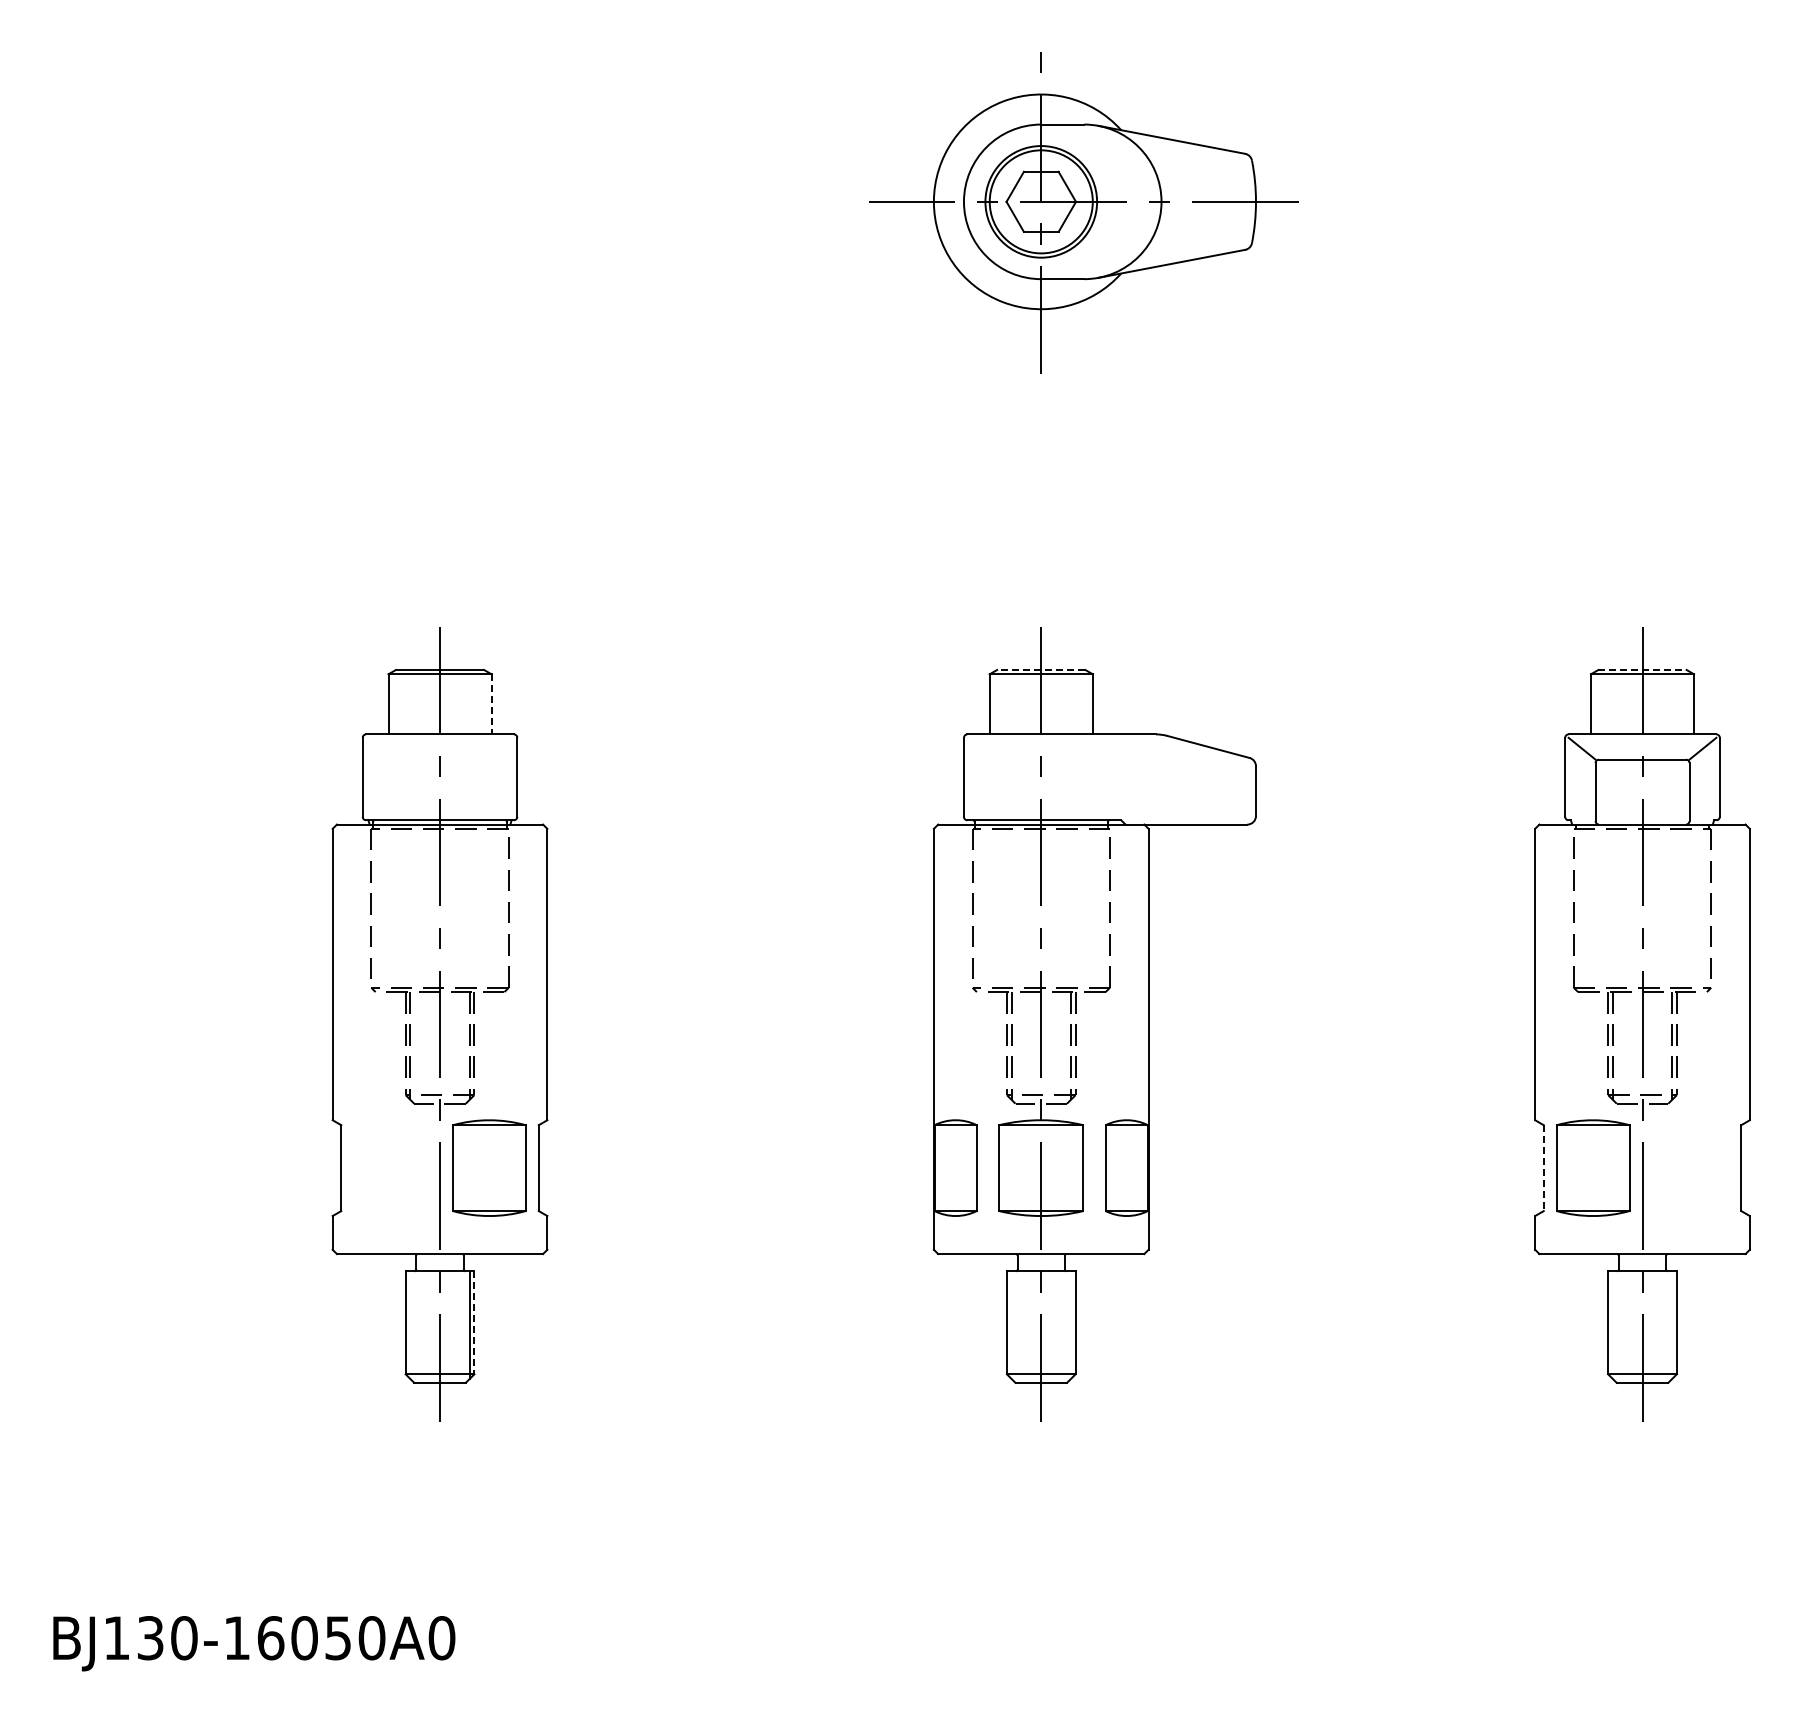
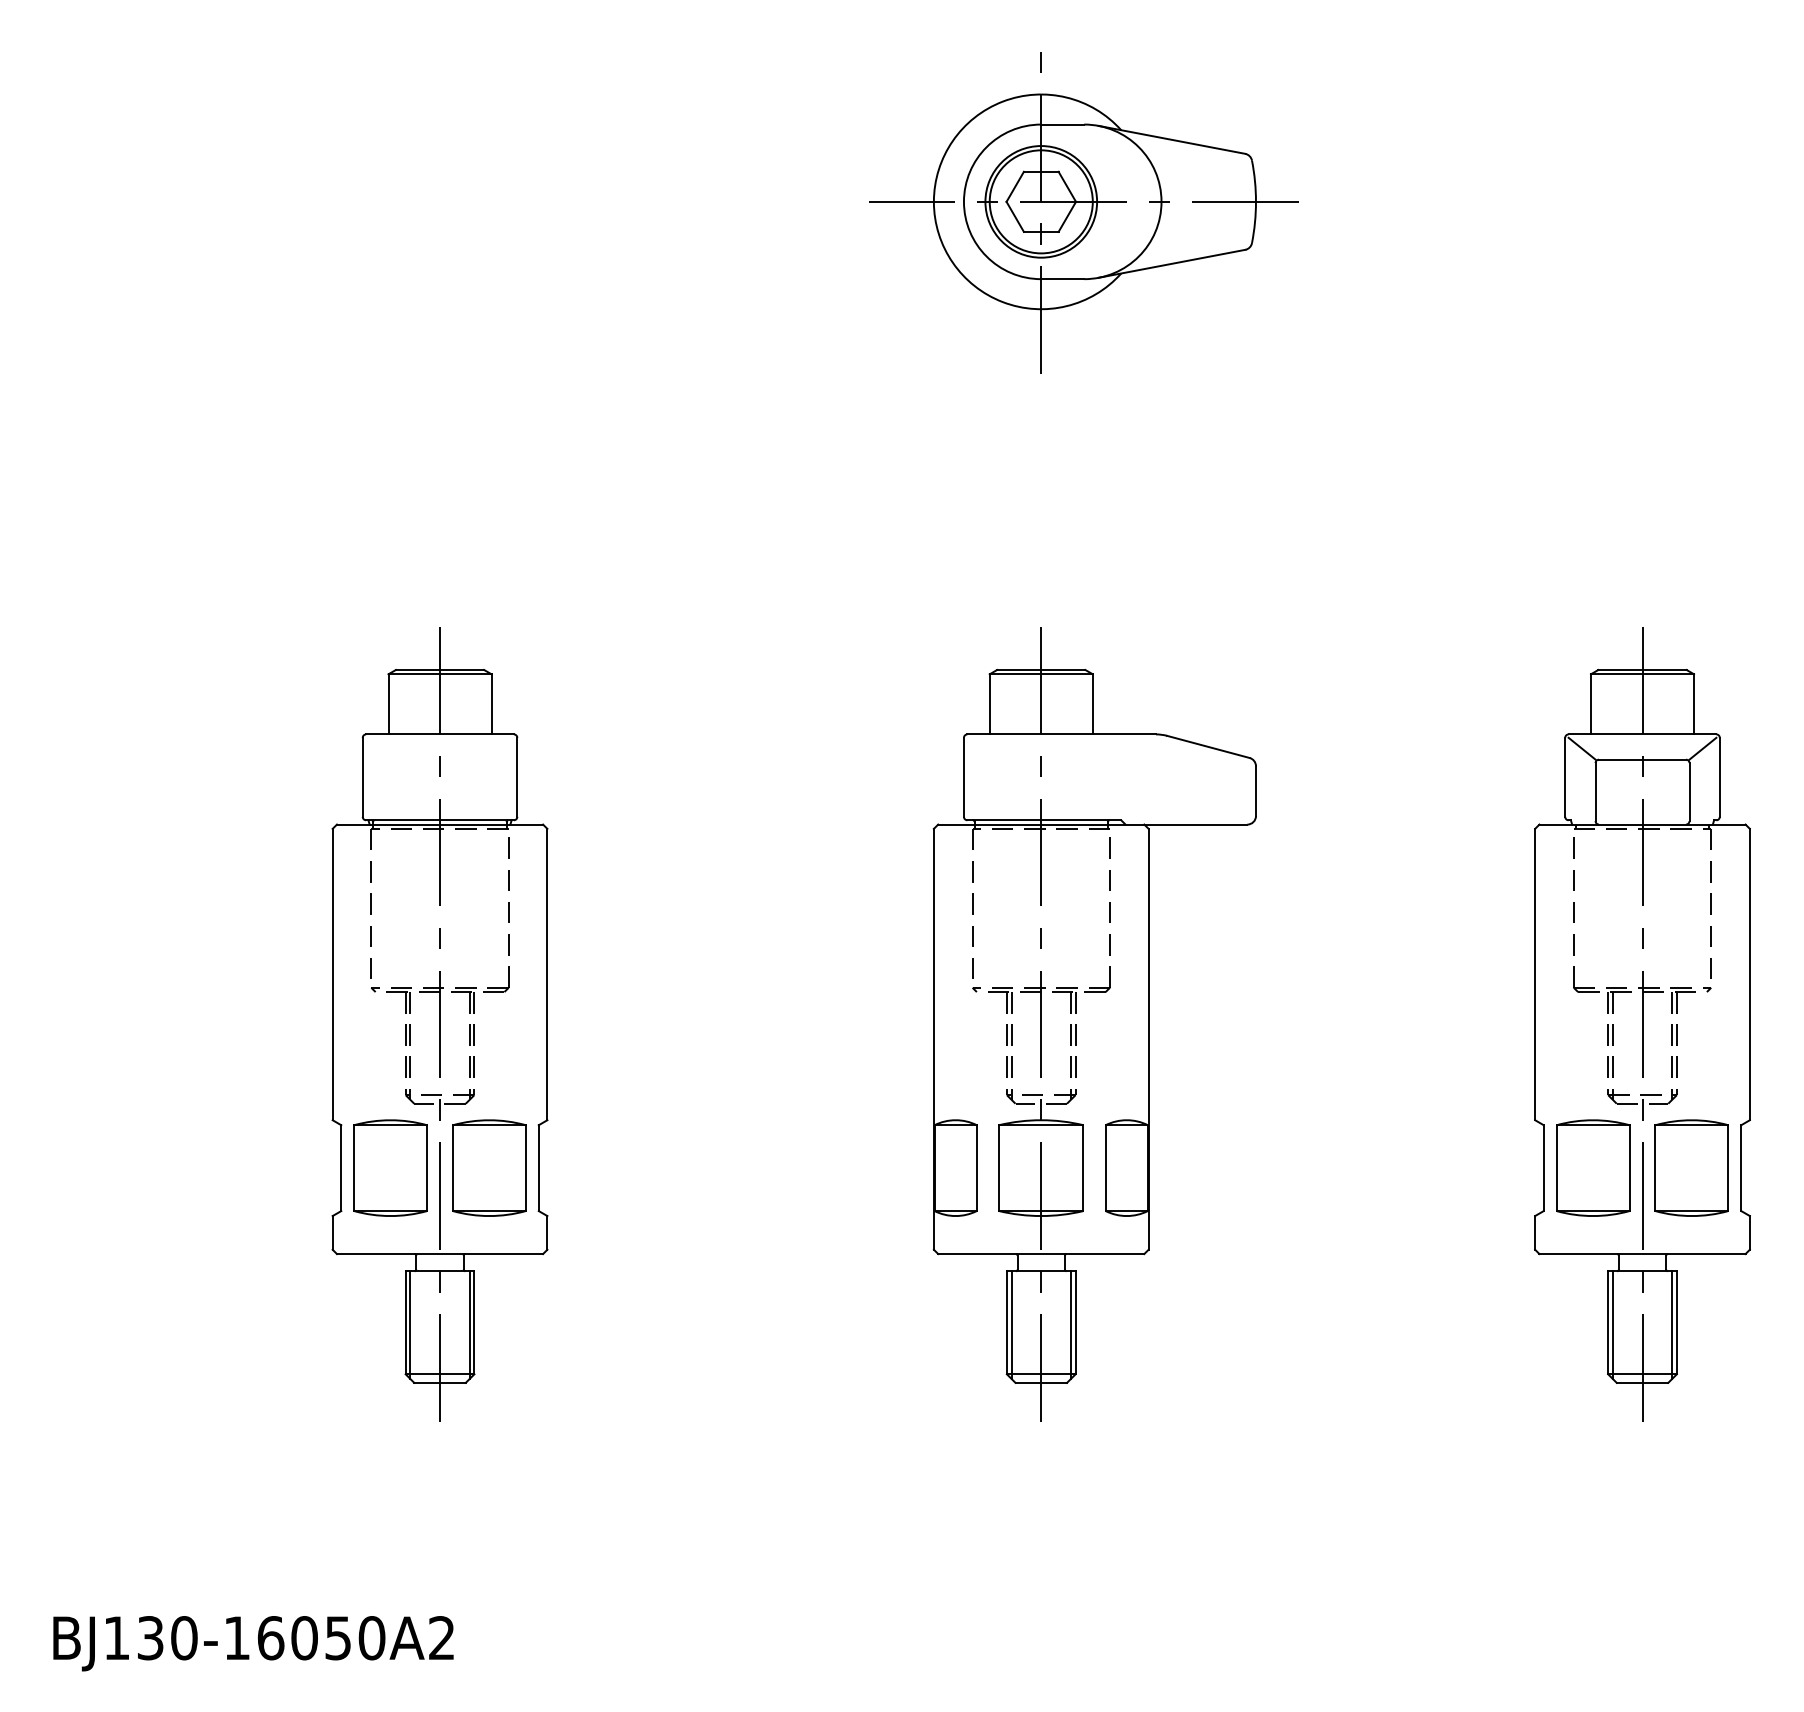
line at (1040, 669): dashed -> solid
line at (1643, 669): dashed -> solid
line at (491, 704): dashed -> solid
part at (390, 1167): none -> present
part at (1691, 1167): none -> present
line at (1543, 1168): dashed -> solid
line at (474, 1322): dashed -> solid
line at (410, 1325): none -> present
line at (1011, 1325): none -> present
line at (1070, 1325): none -> present
line at (1612, 1325): none -> present
line at (1672, 1325): none -> present
text at (441, 1638): BJ130-16050A0 -> BJ130-16050A2
